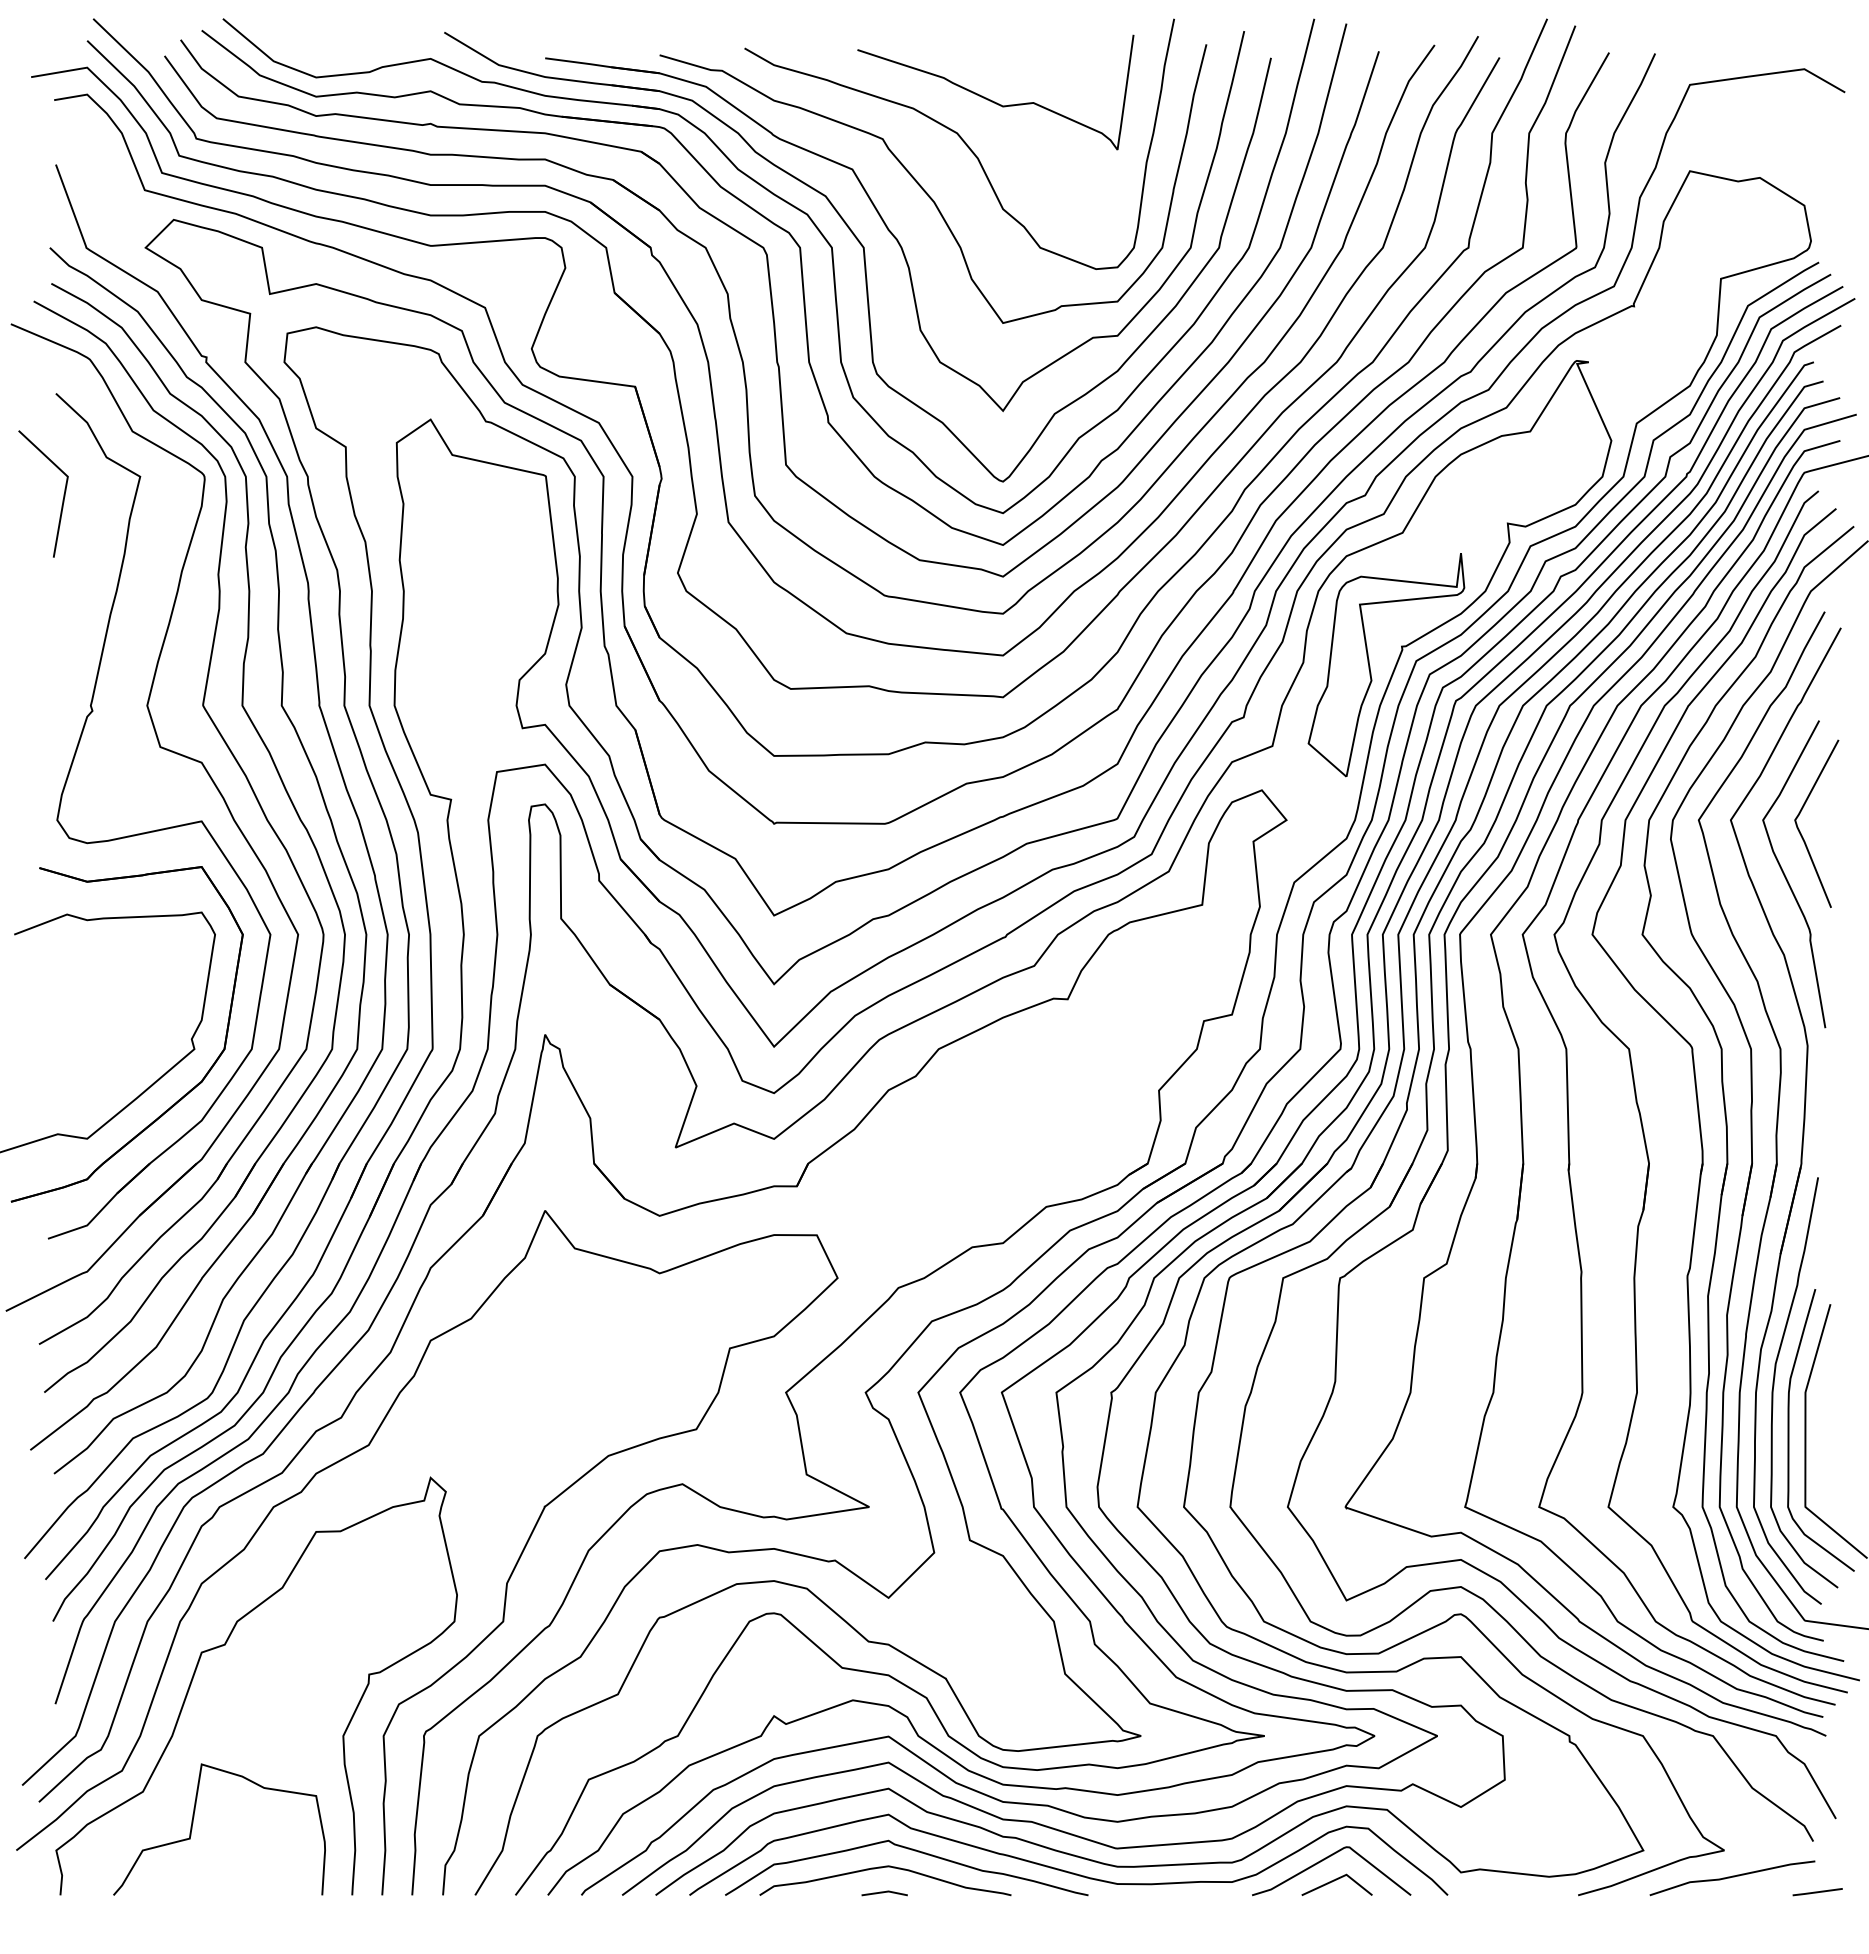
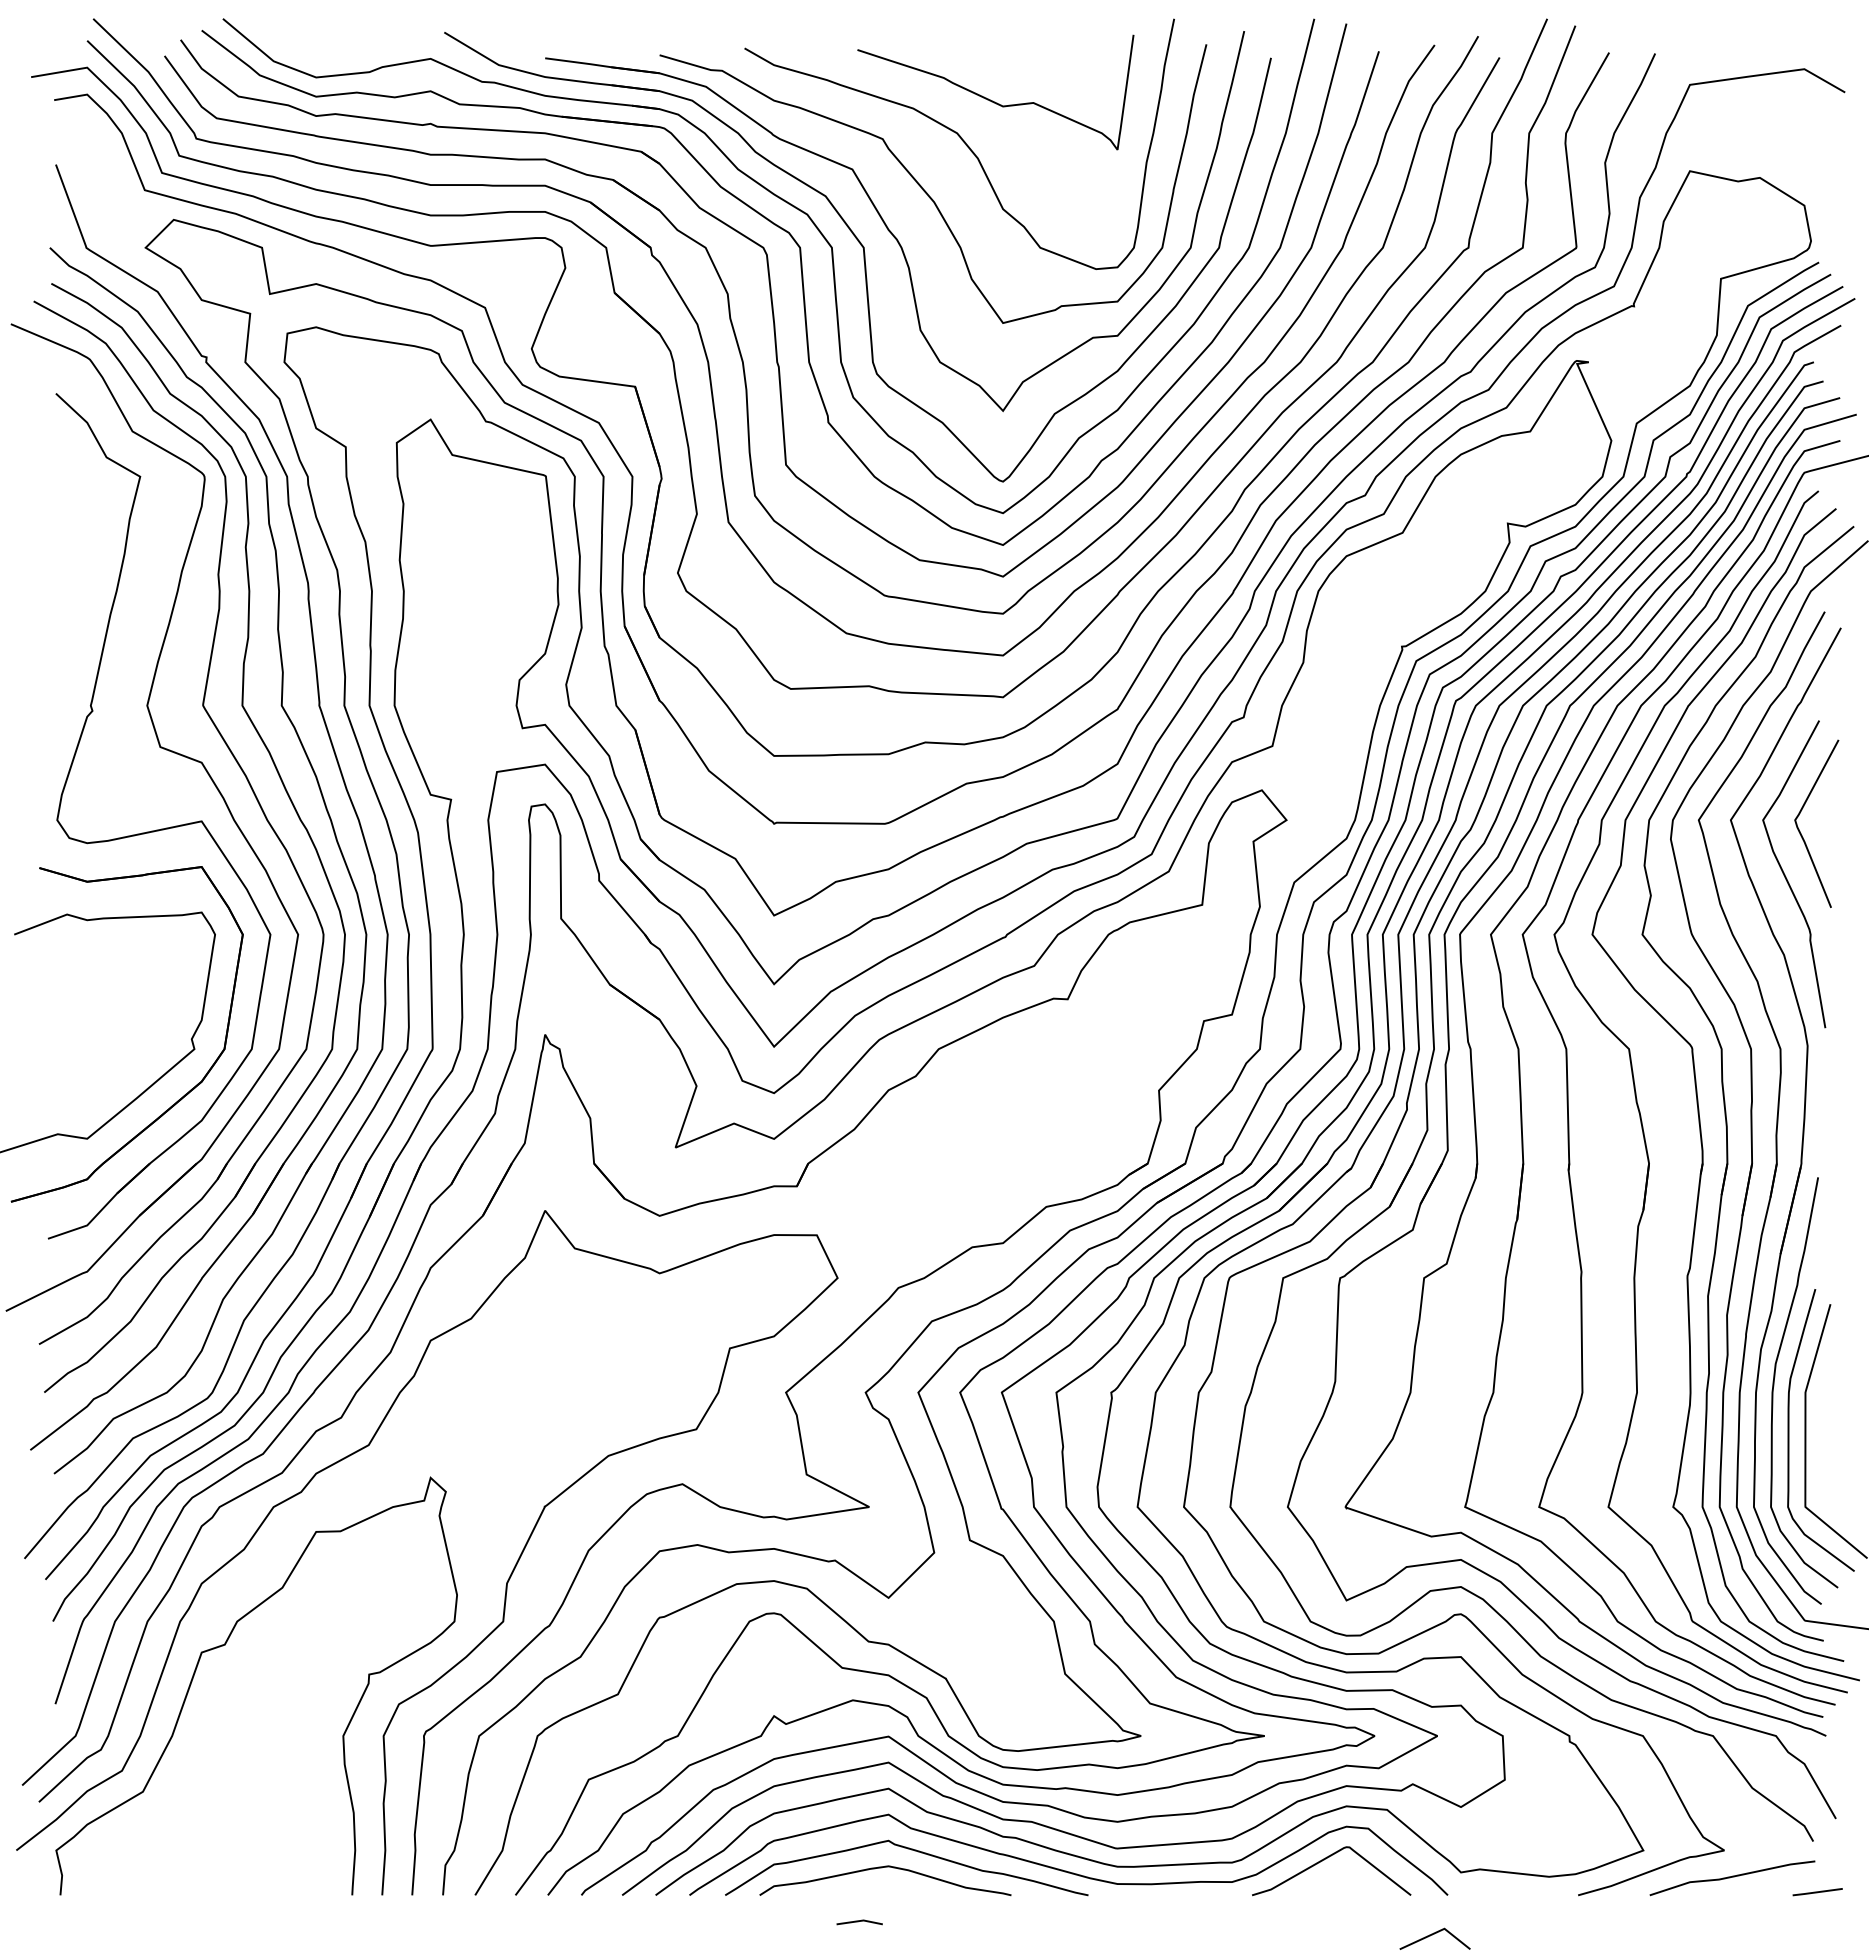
line at (62, 499): present -> none
part at (1370, 665): present -> none
curve at (193, 1823): present -> none
line at (1334, 1881) position: (1334, 1881) -> (1432, 1935)
line at (884, 1892) position: (884, 1892) -> (859, 1921)
